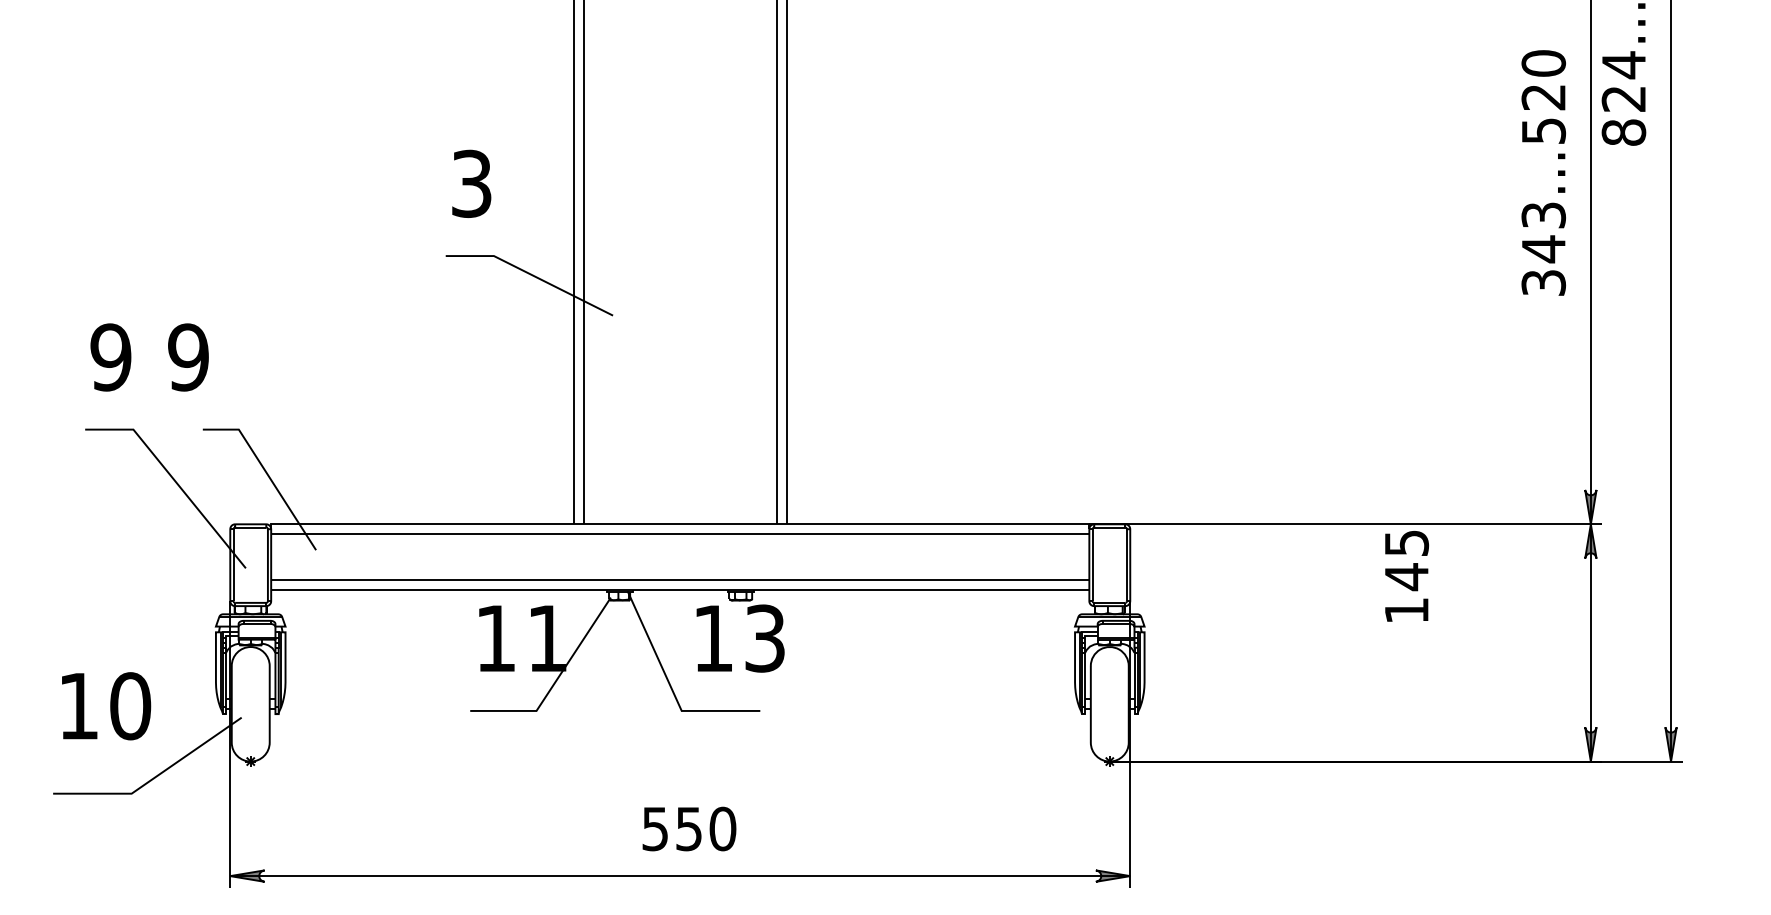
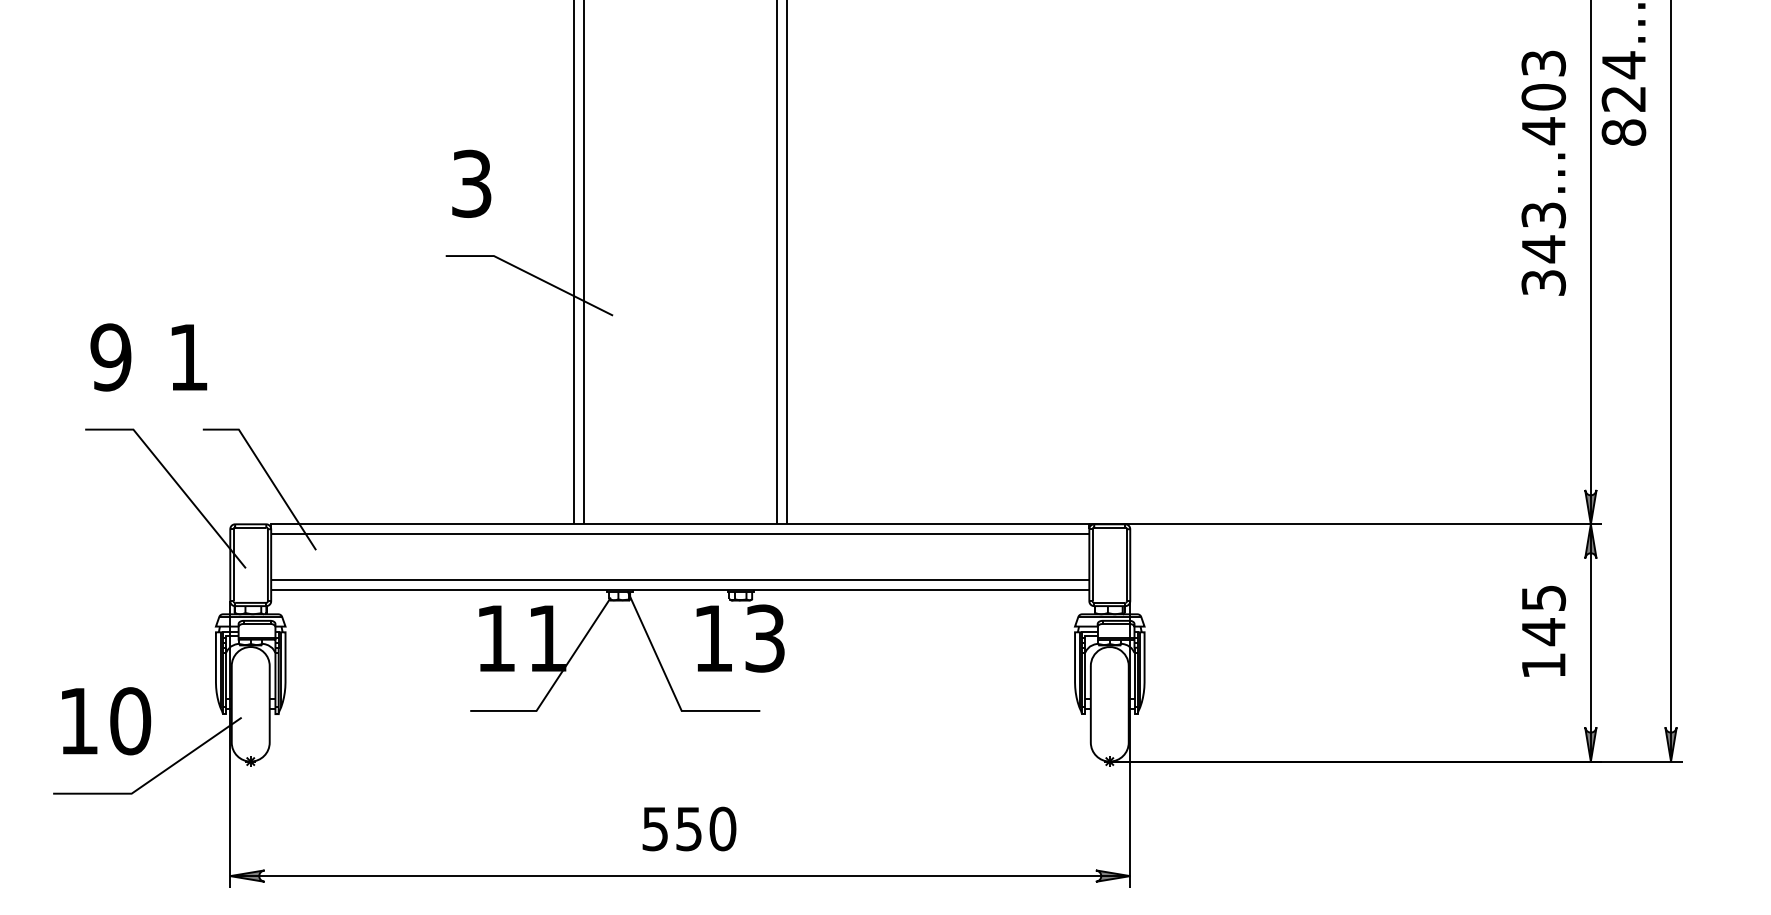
text at (1543, 97): 343...520 -> 343...403
text at (188, 357): 9 -> 1
text at (1406, 576) position: (1406, 576) -> (1543, 631)
text at (106, 706) position: (106, 706) -> (106, 721)
